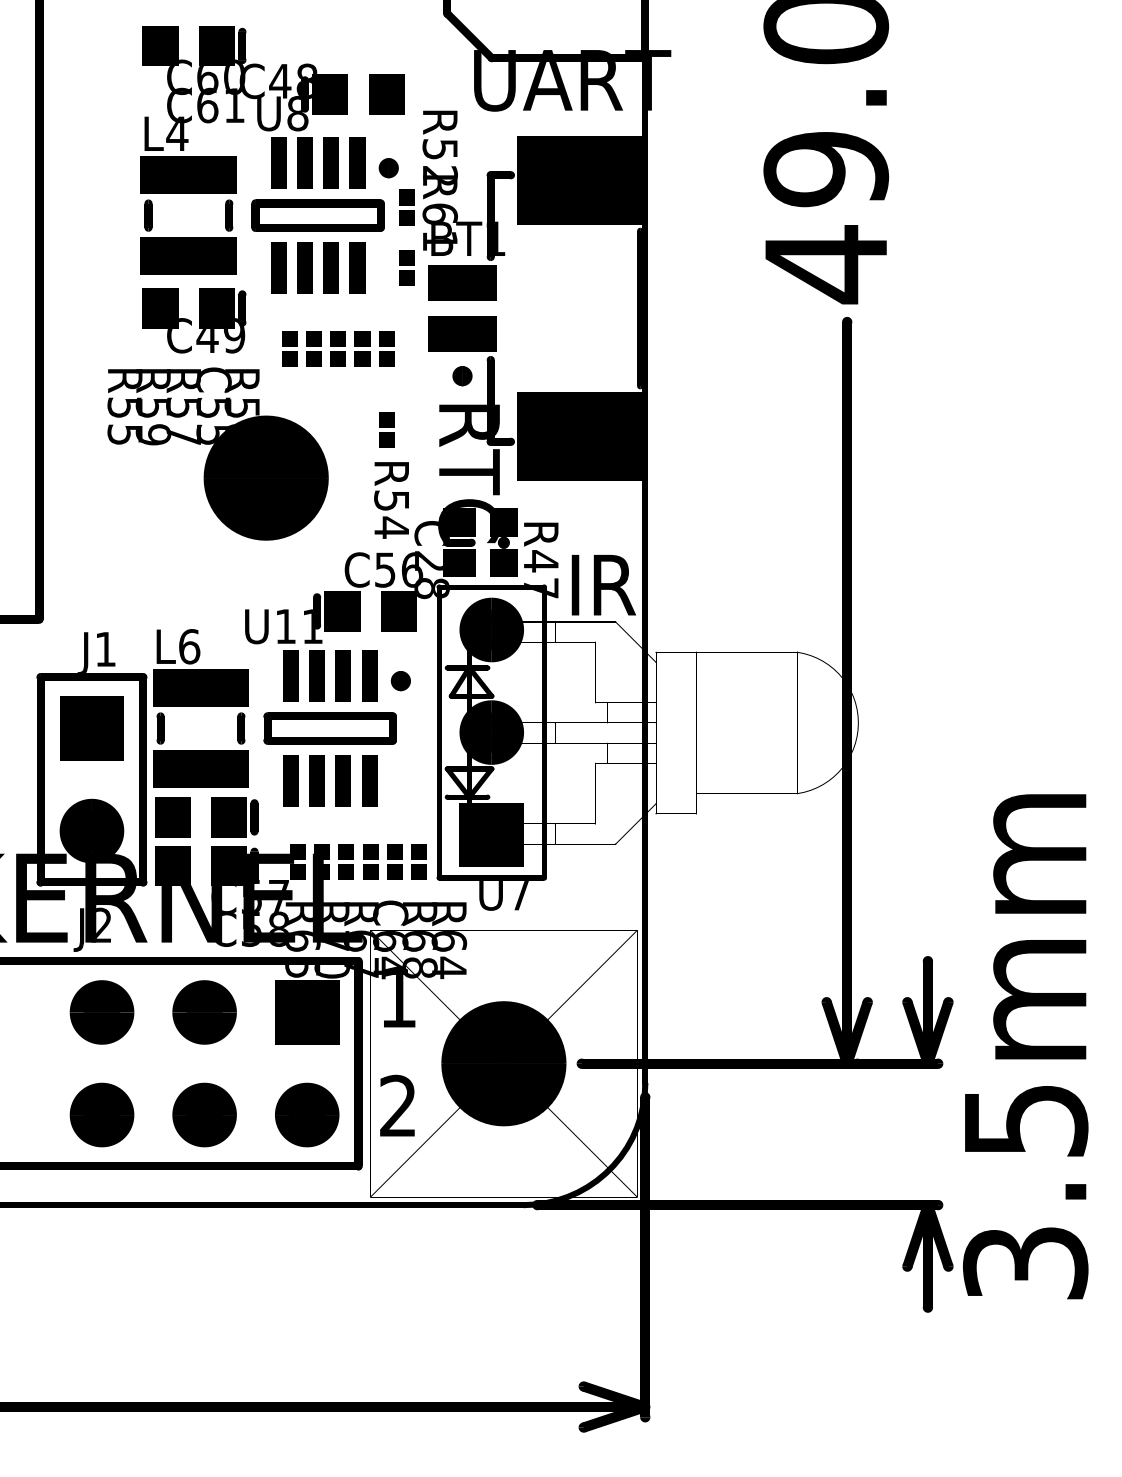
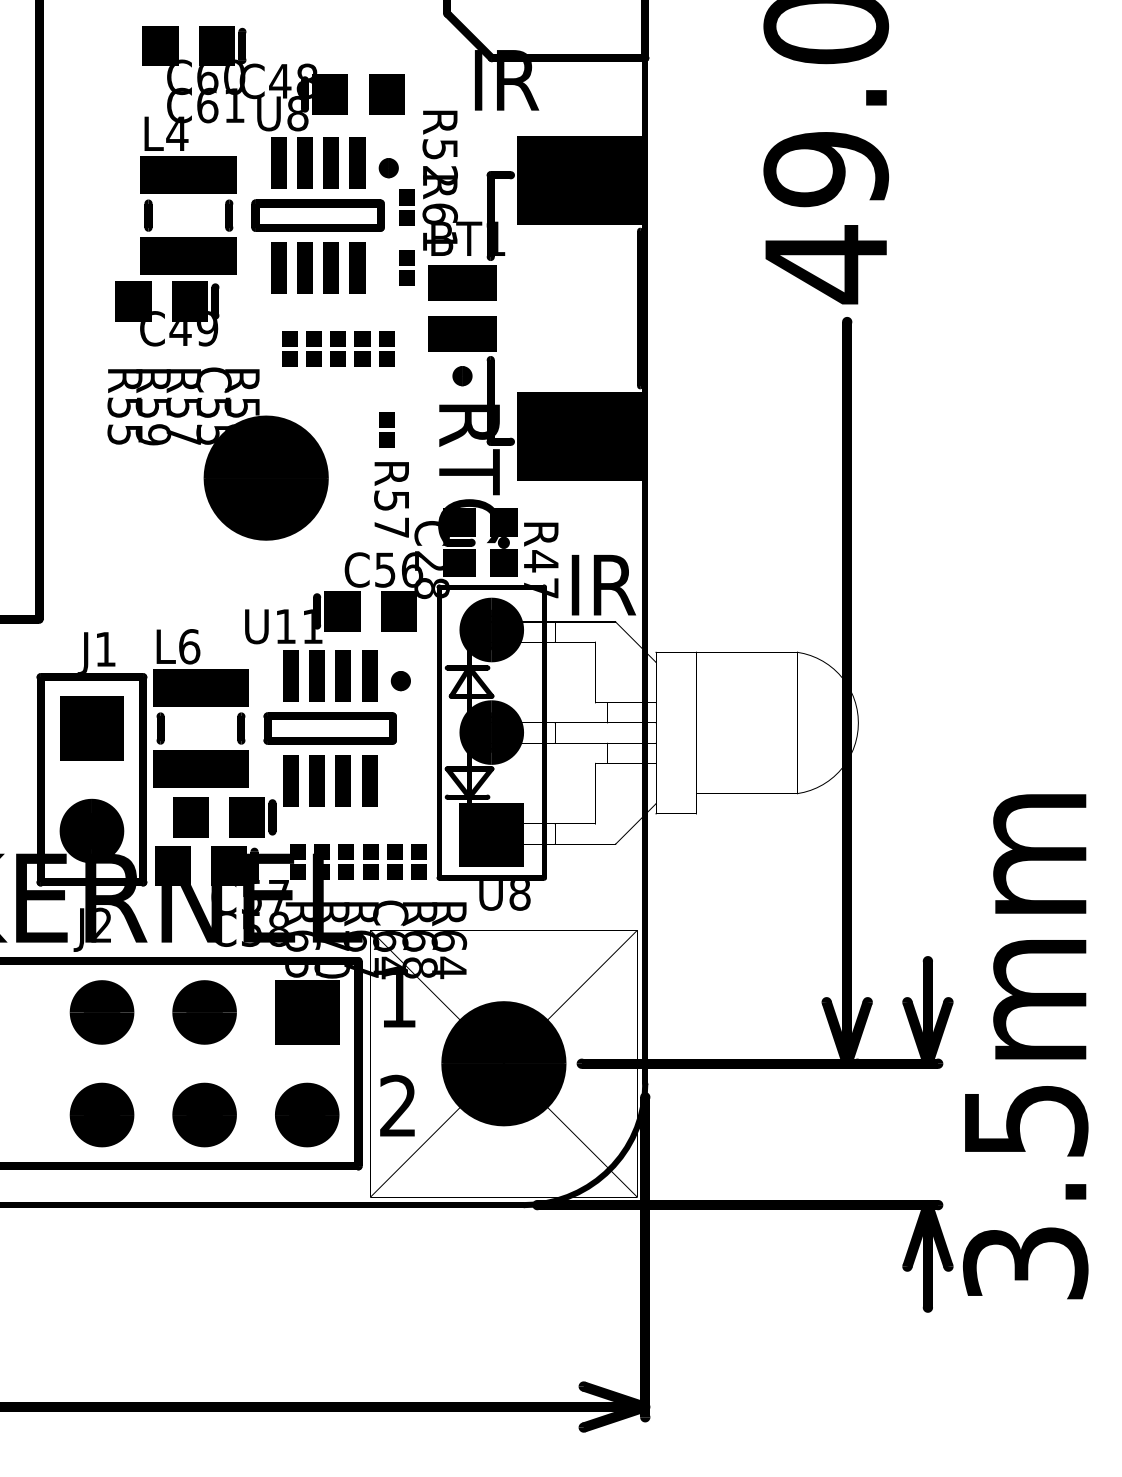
text at (572, 80): UART -> IR
text at (194, 320) position: (194, 320) -> (167, 313)
text at (391, 527): R54 -> R57
part at (206, 817) position: (206, 817) -> (224, 817)
text at (519, 895): U7 -> U8
